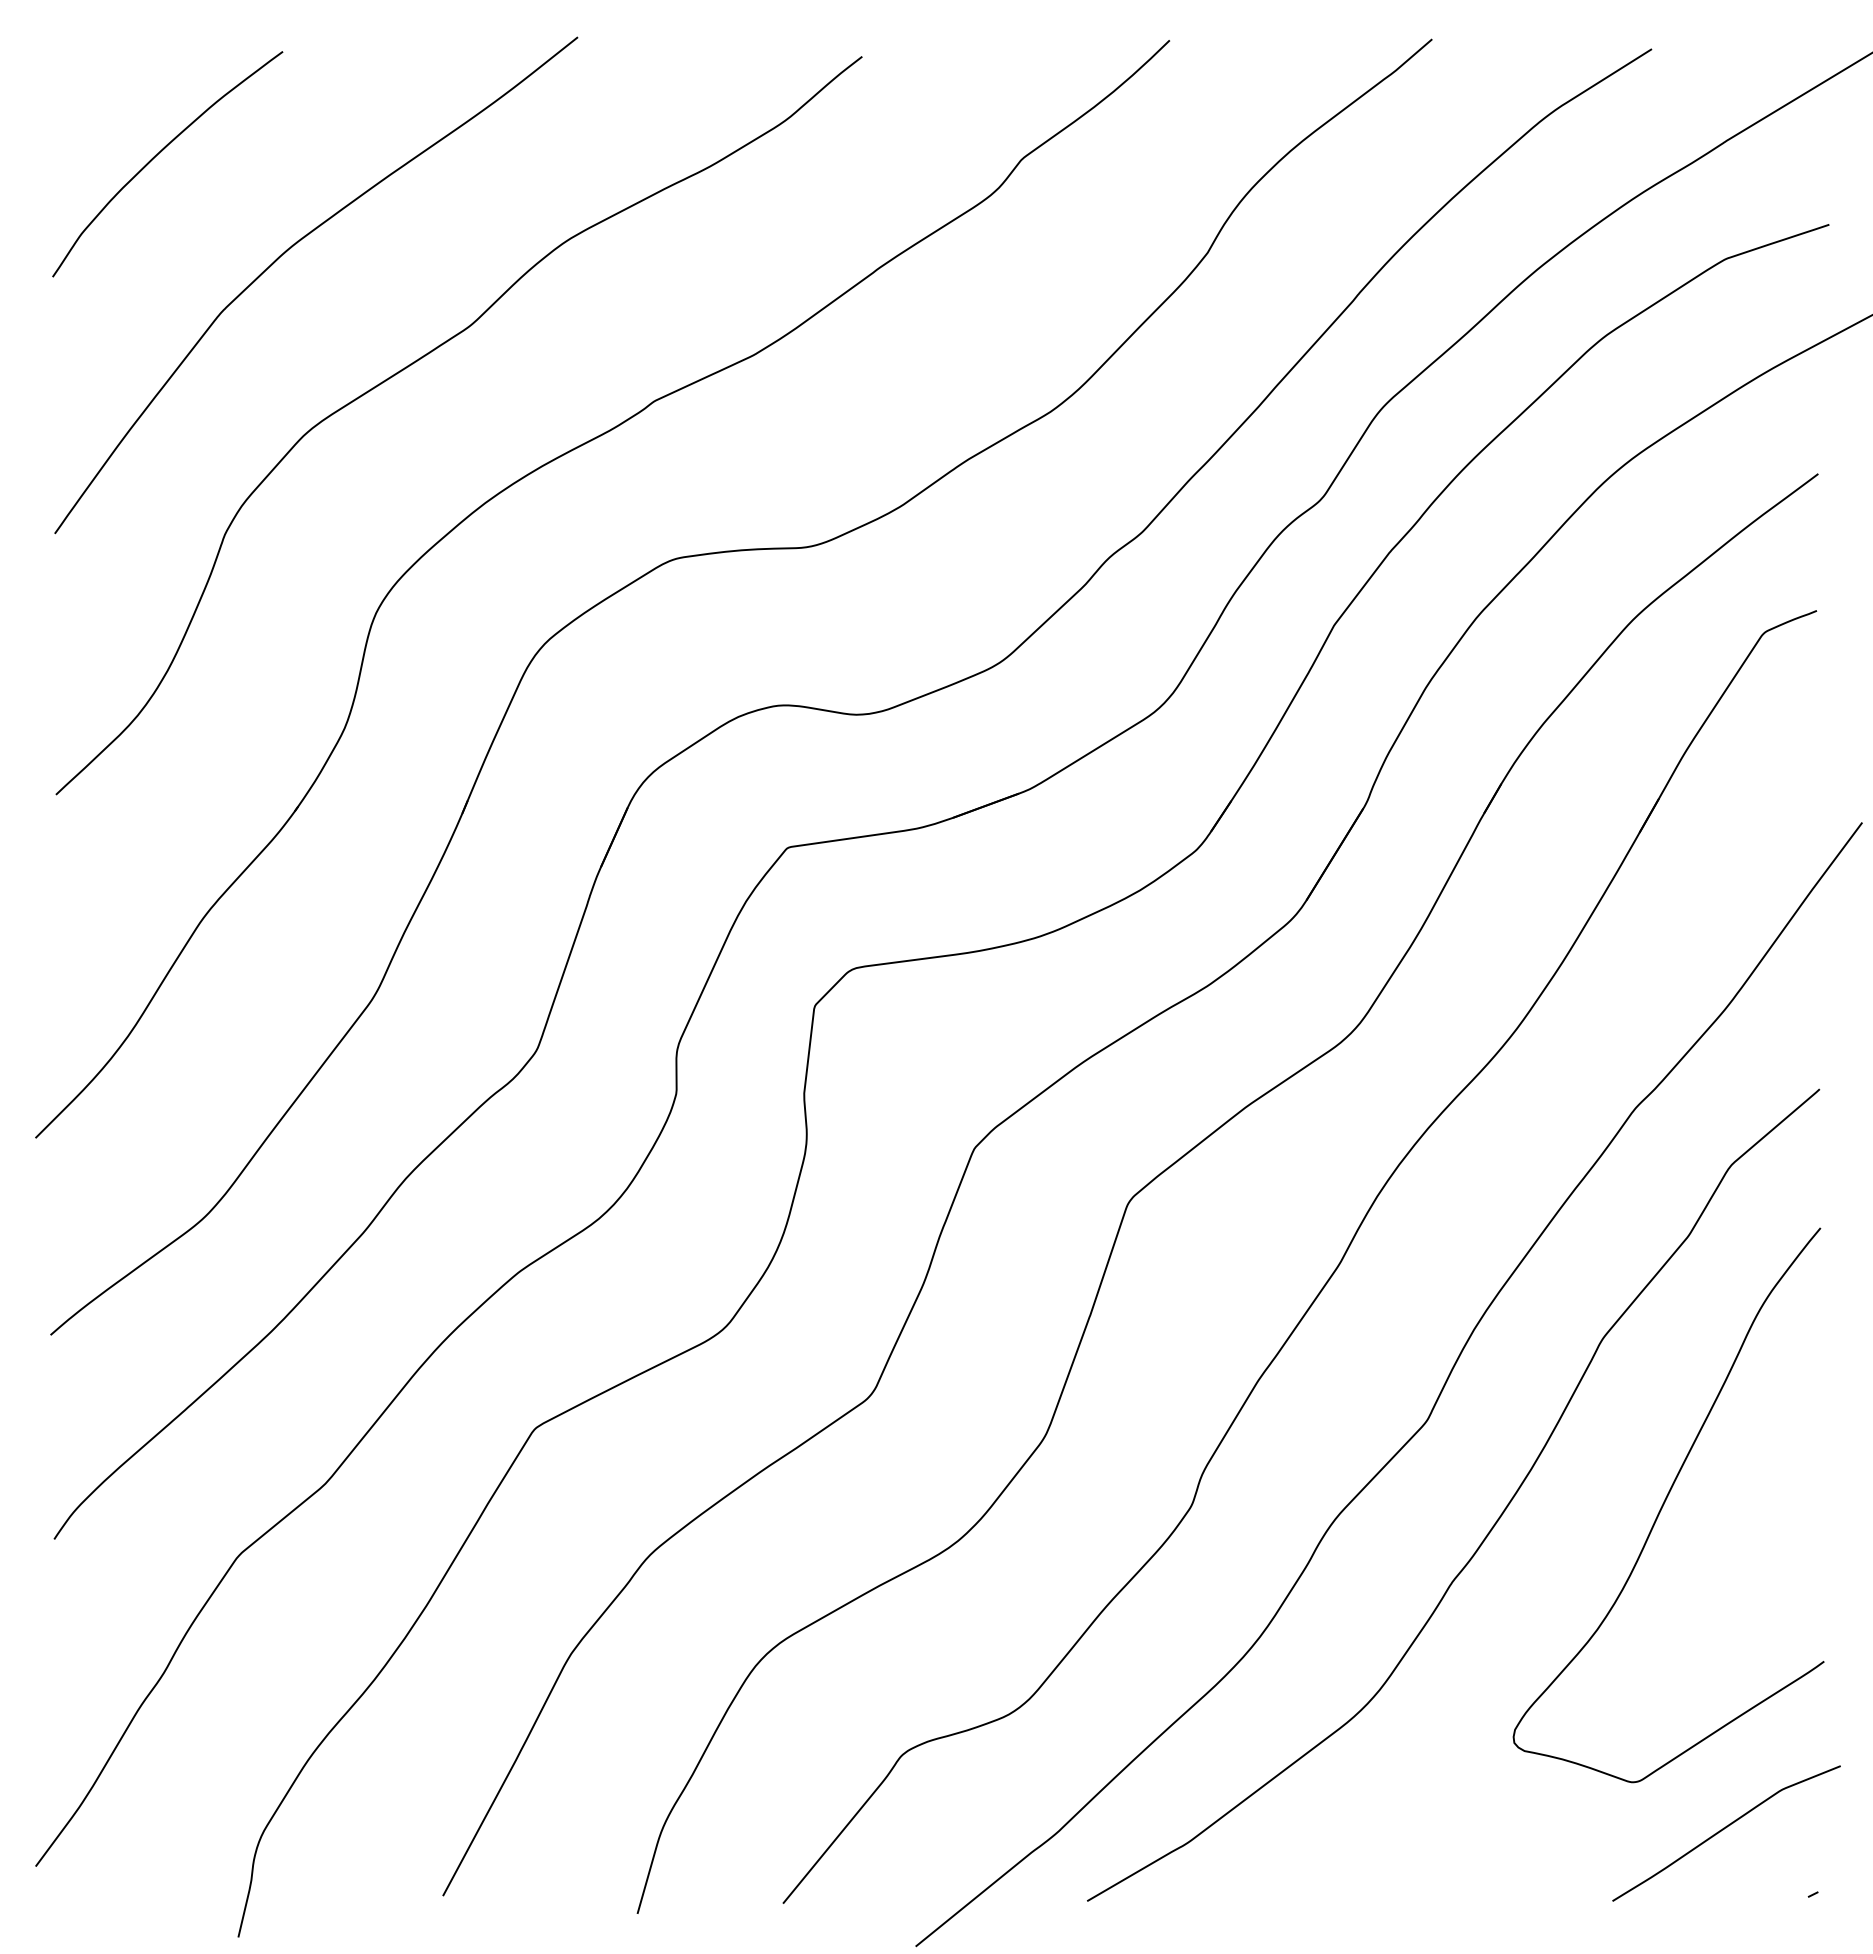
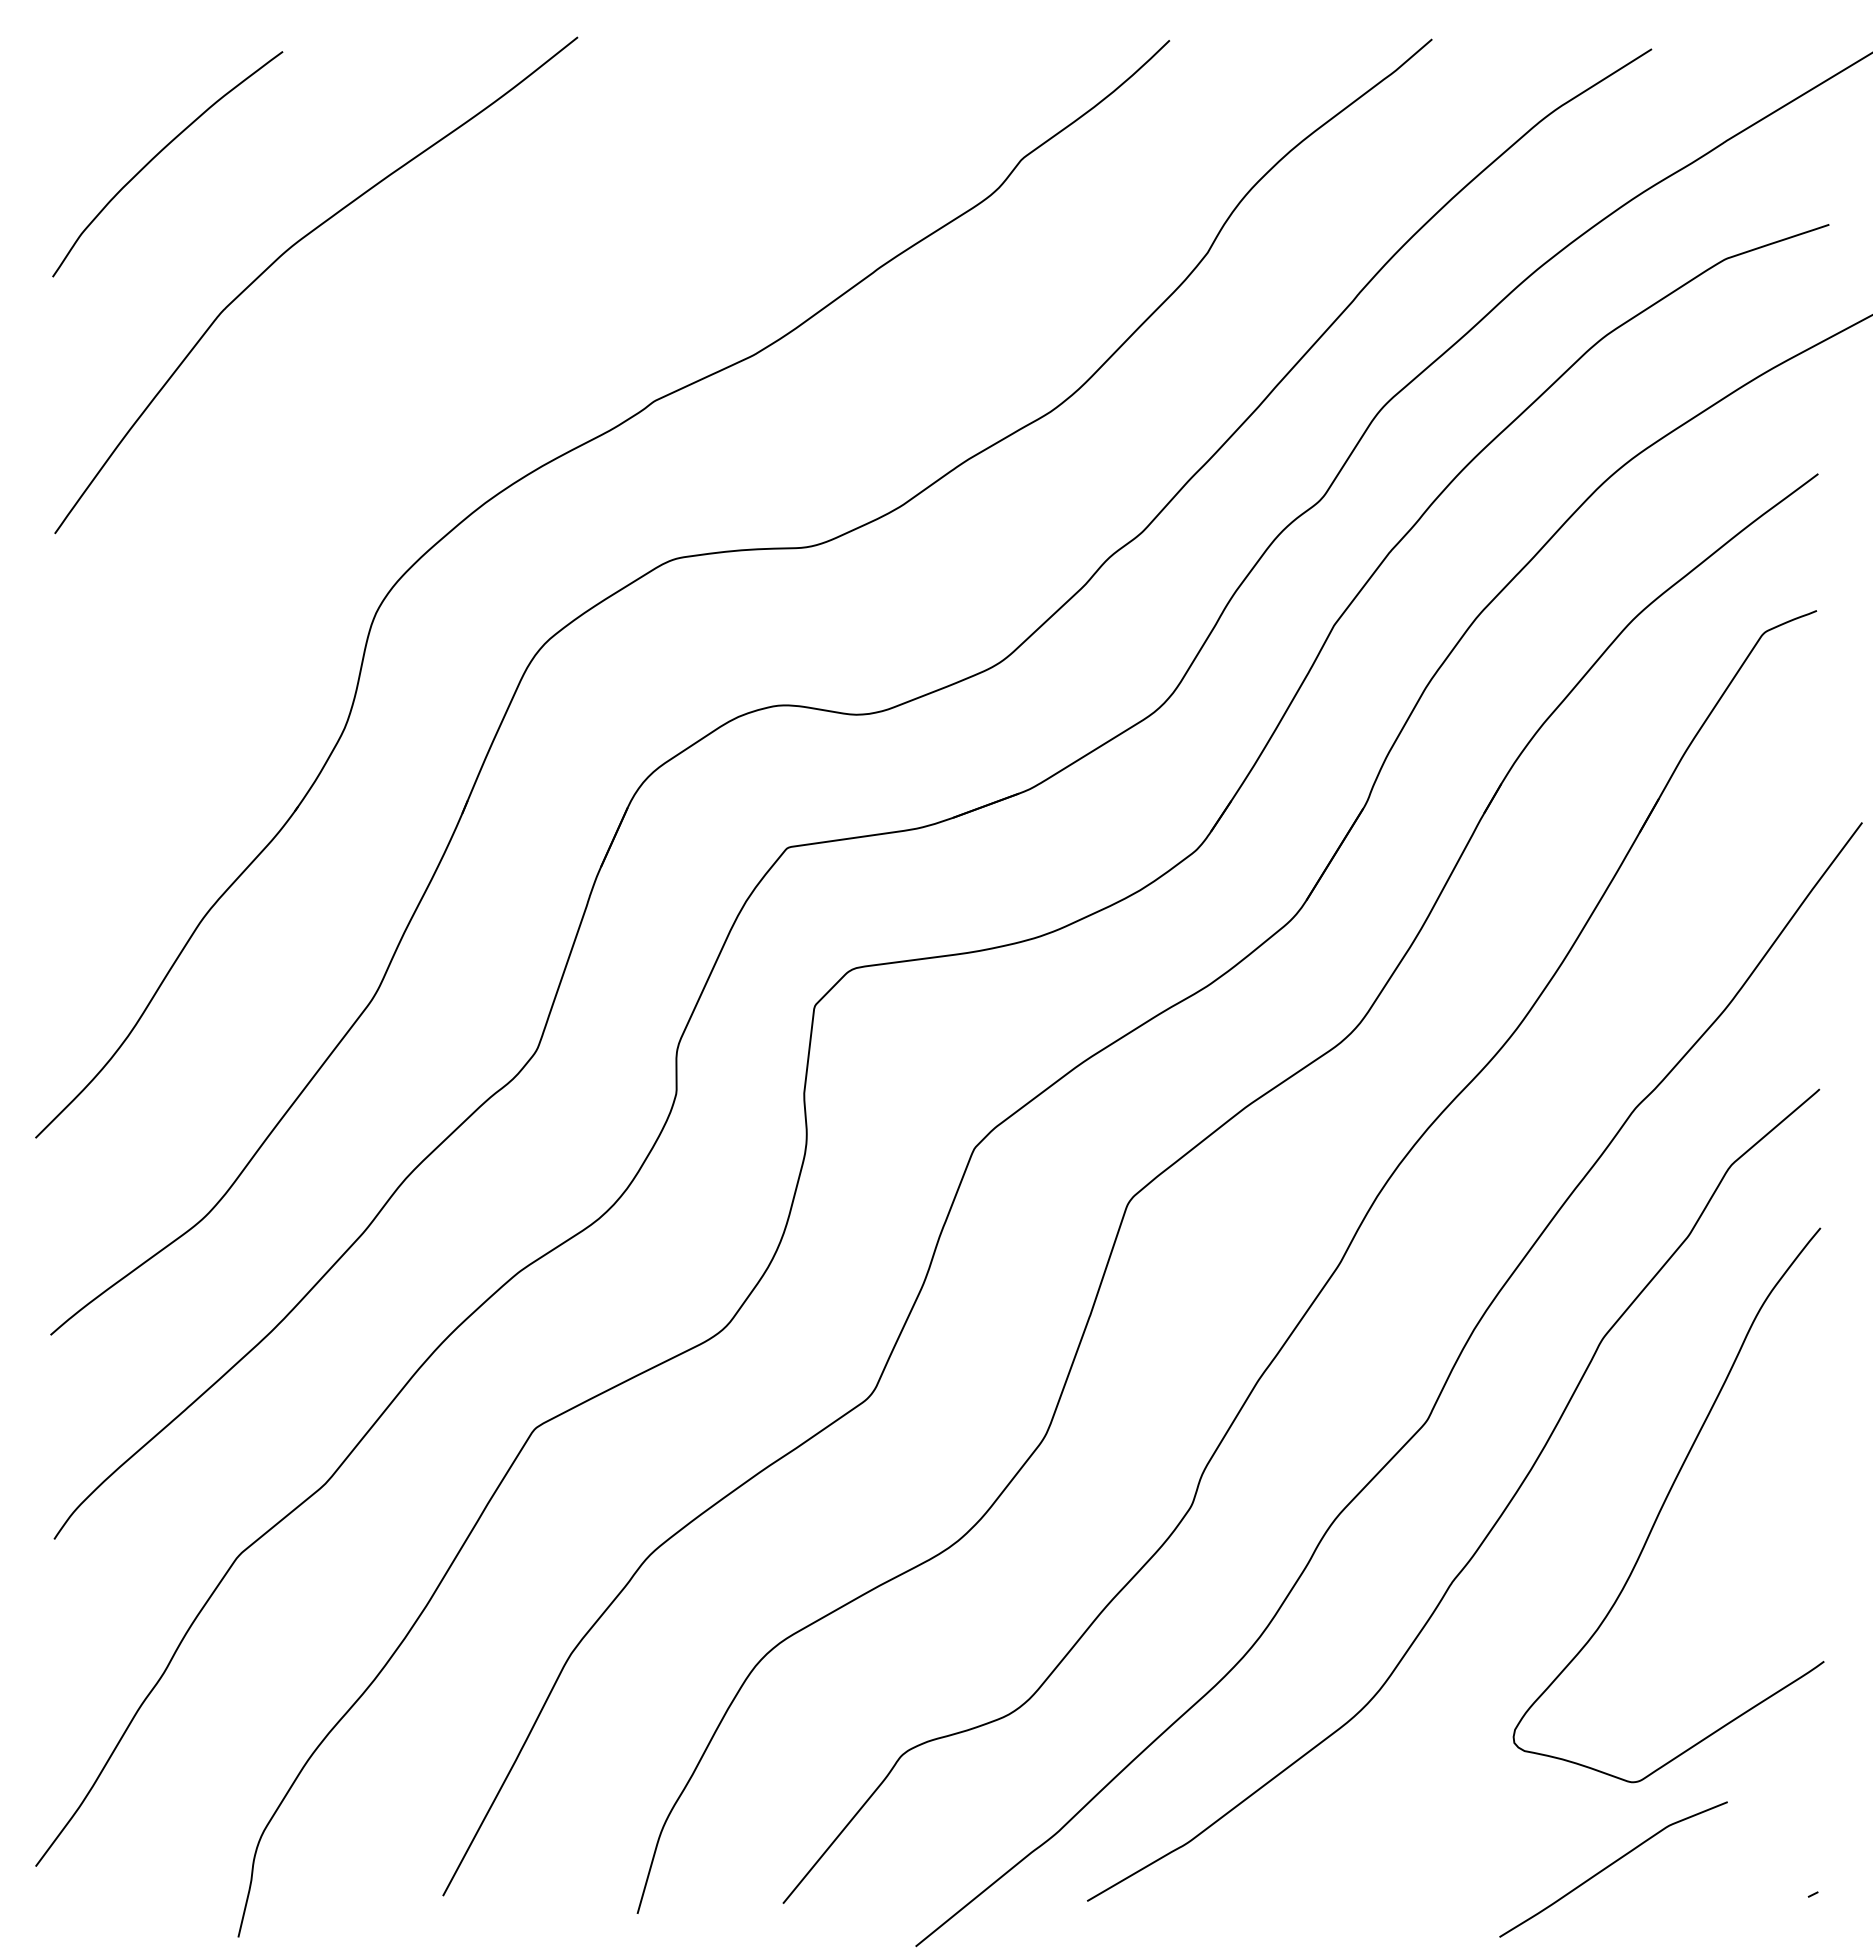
curve at (416, 362): present -> none
curve at (1723, 1830) position: (1723, 1830) -> (1610, 1866)
